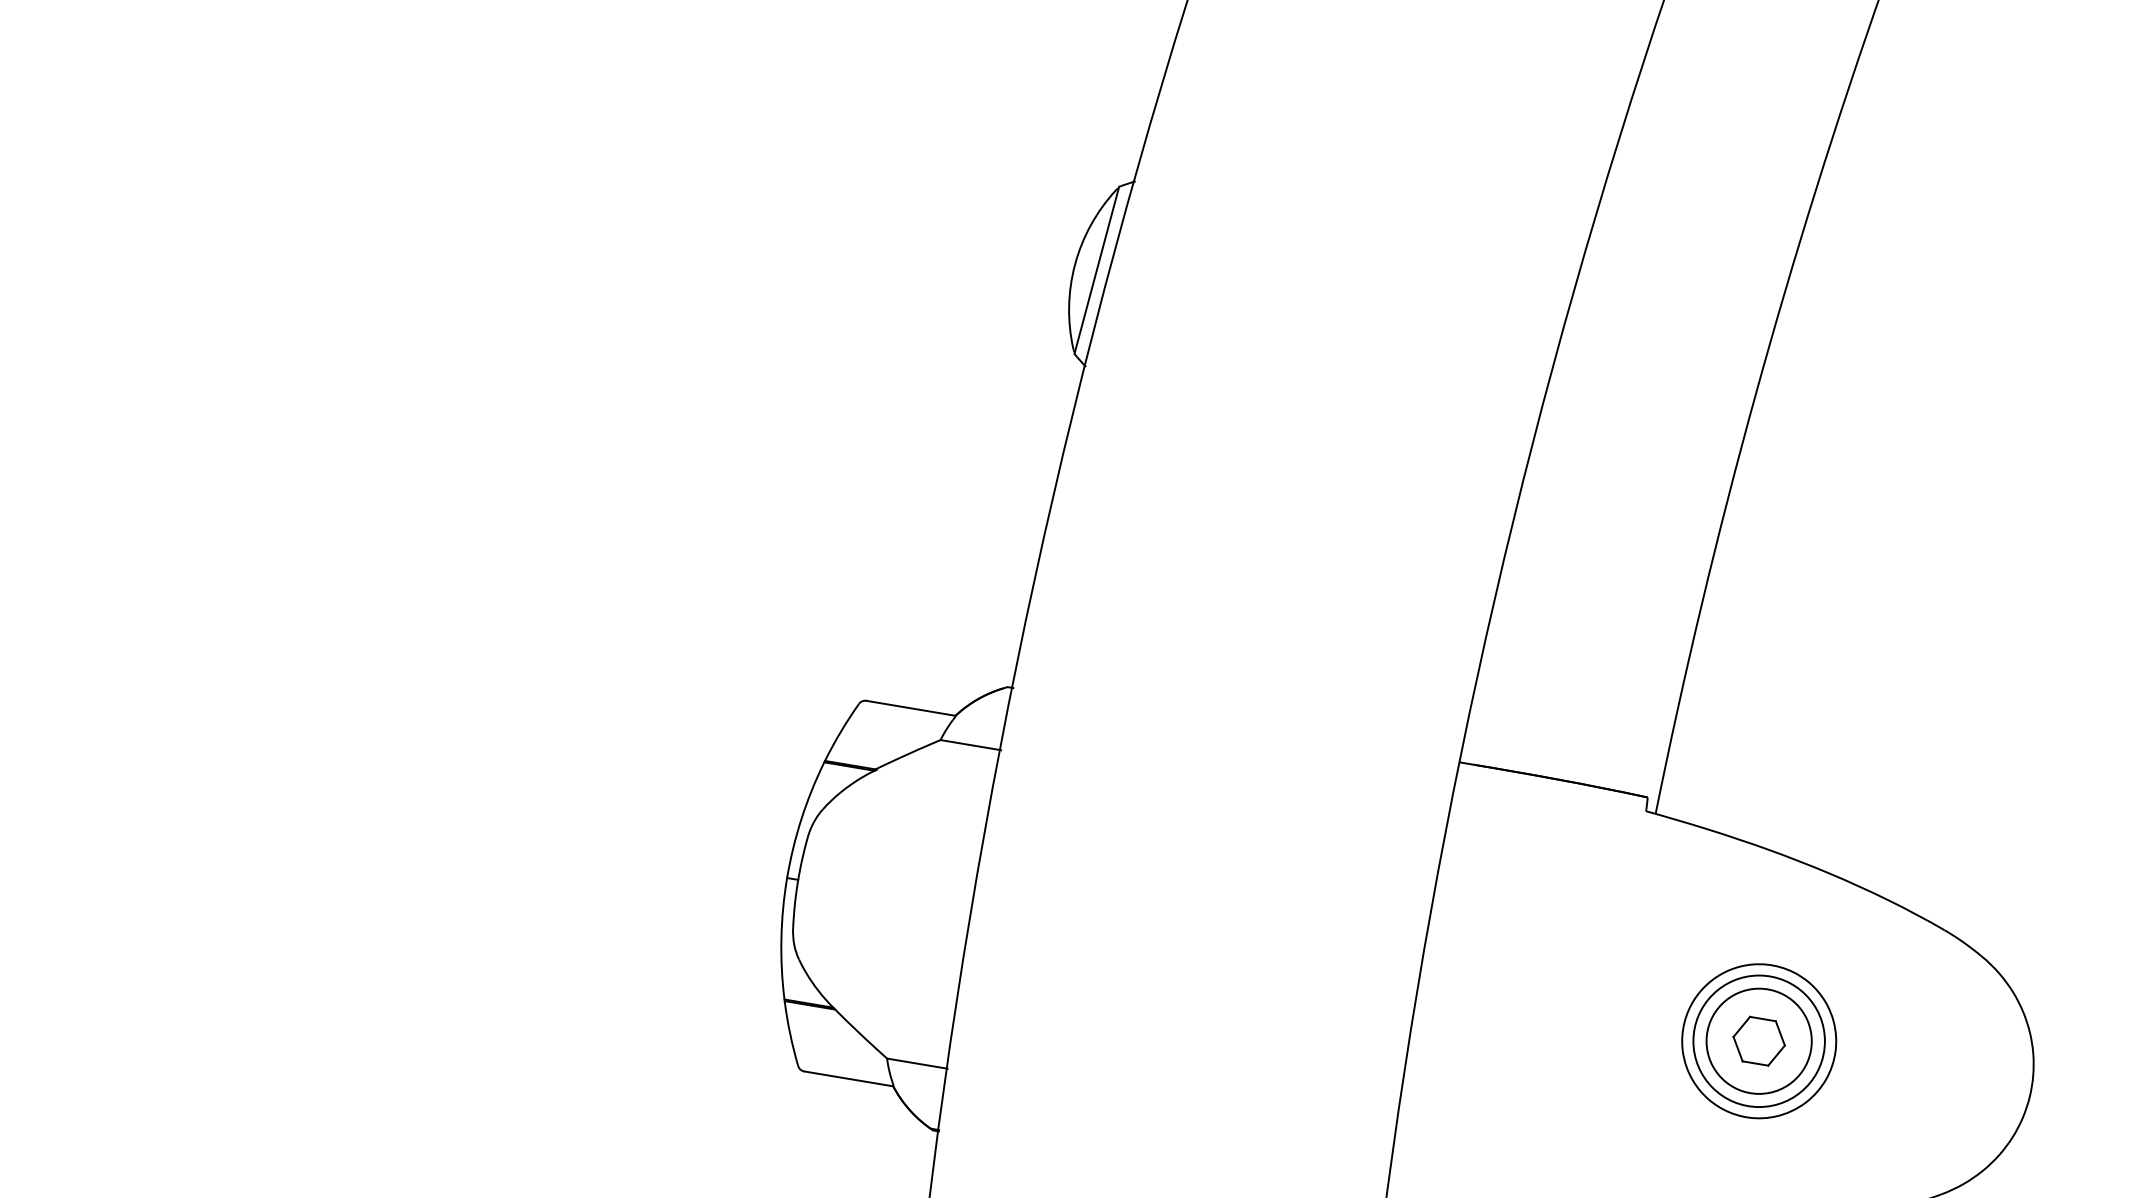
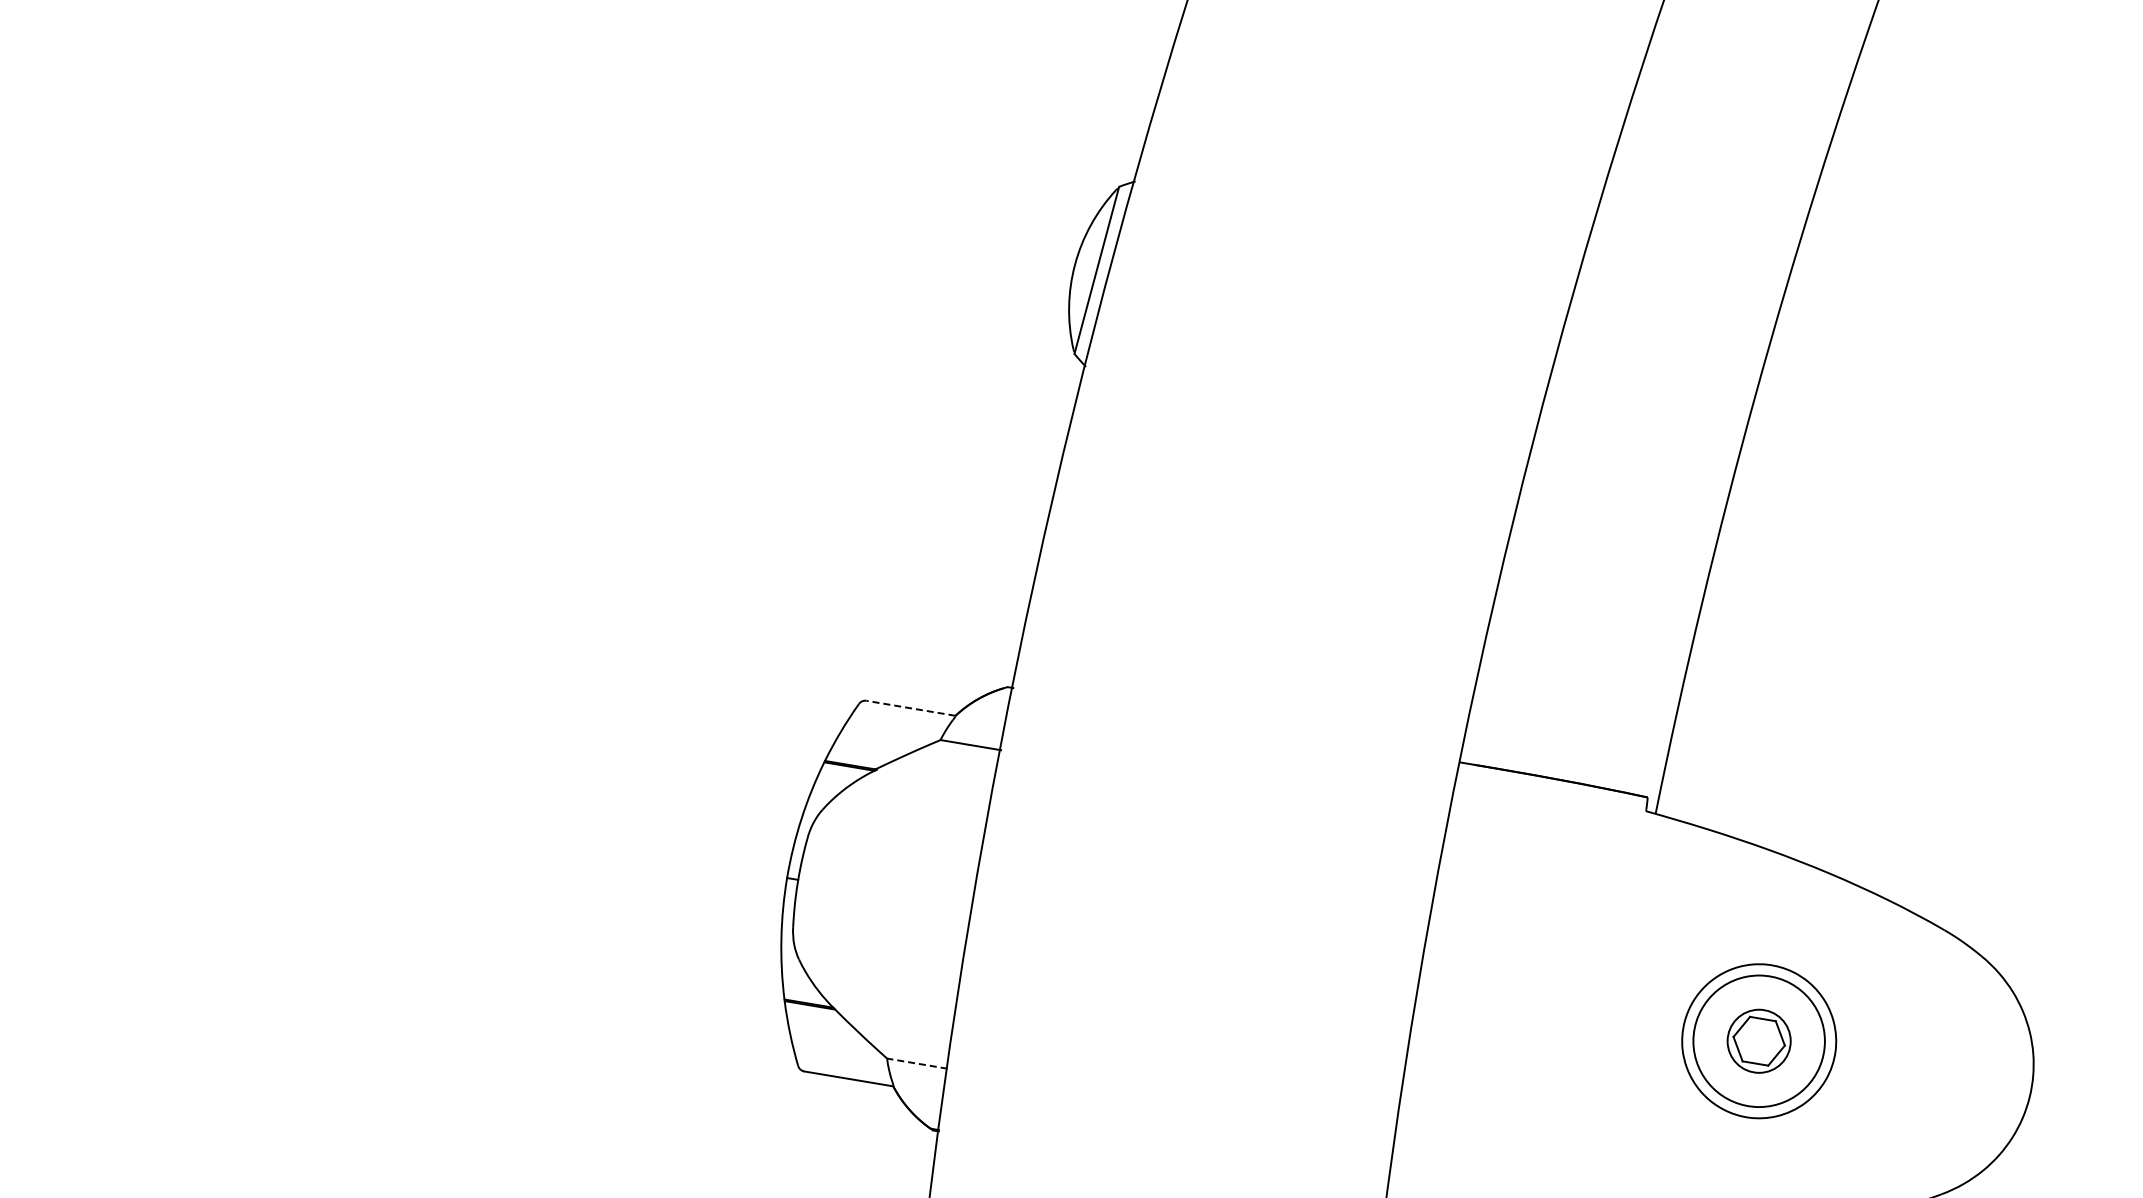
line at (910, 708): solid -> dashed
circle at (1758, 1040) diameter: 105 px -> 63 px
line at (917, 1063): solid -> dashed
